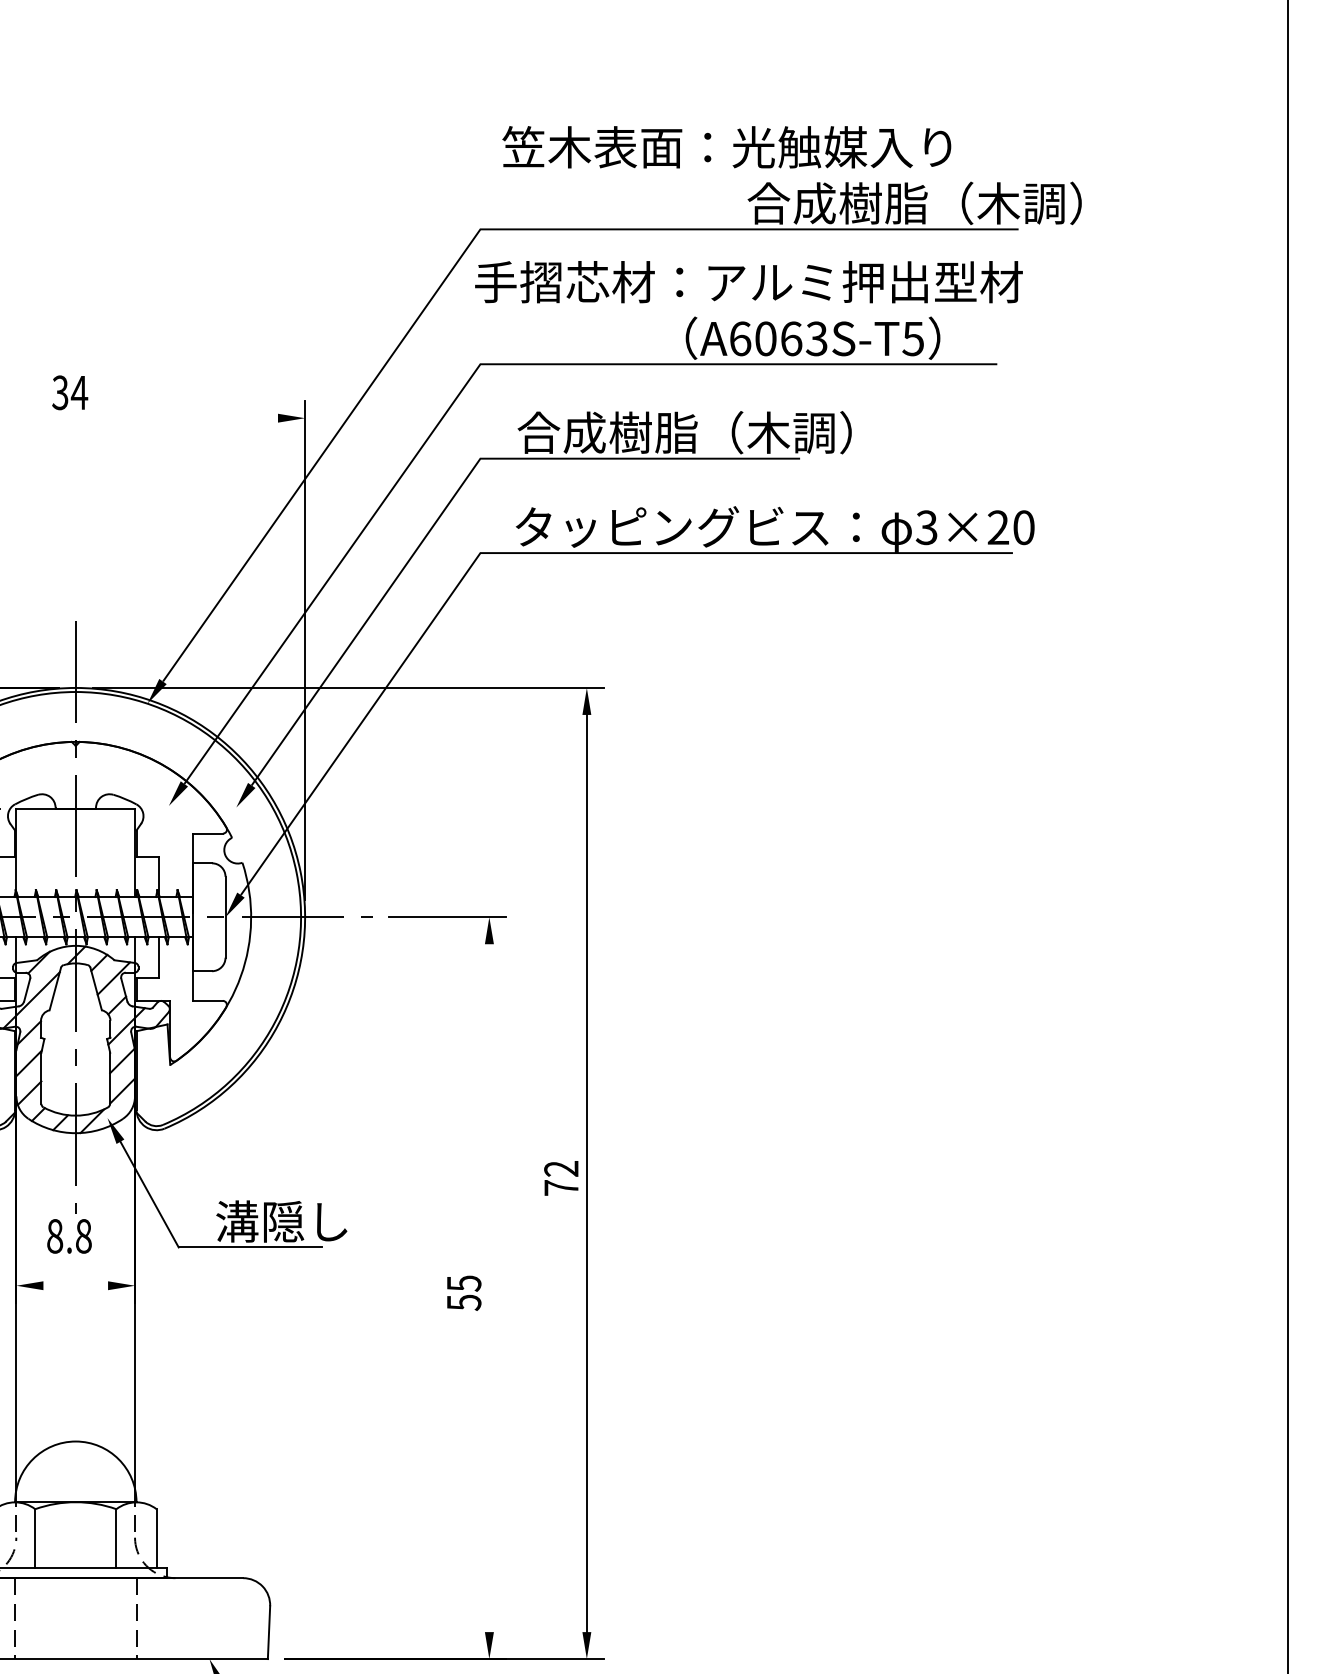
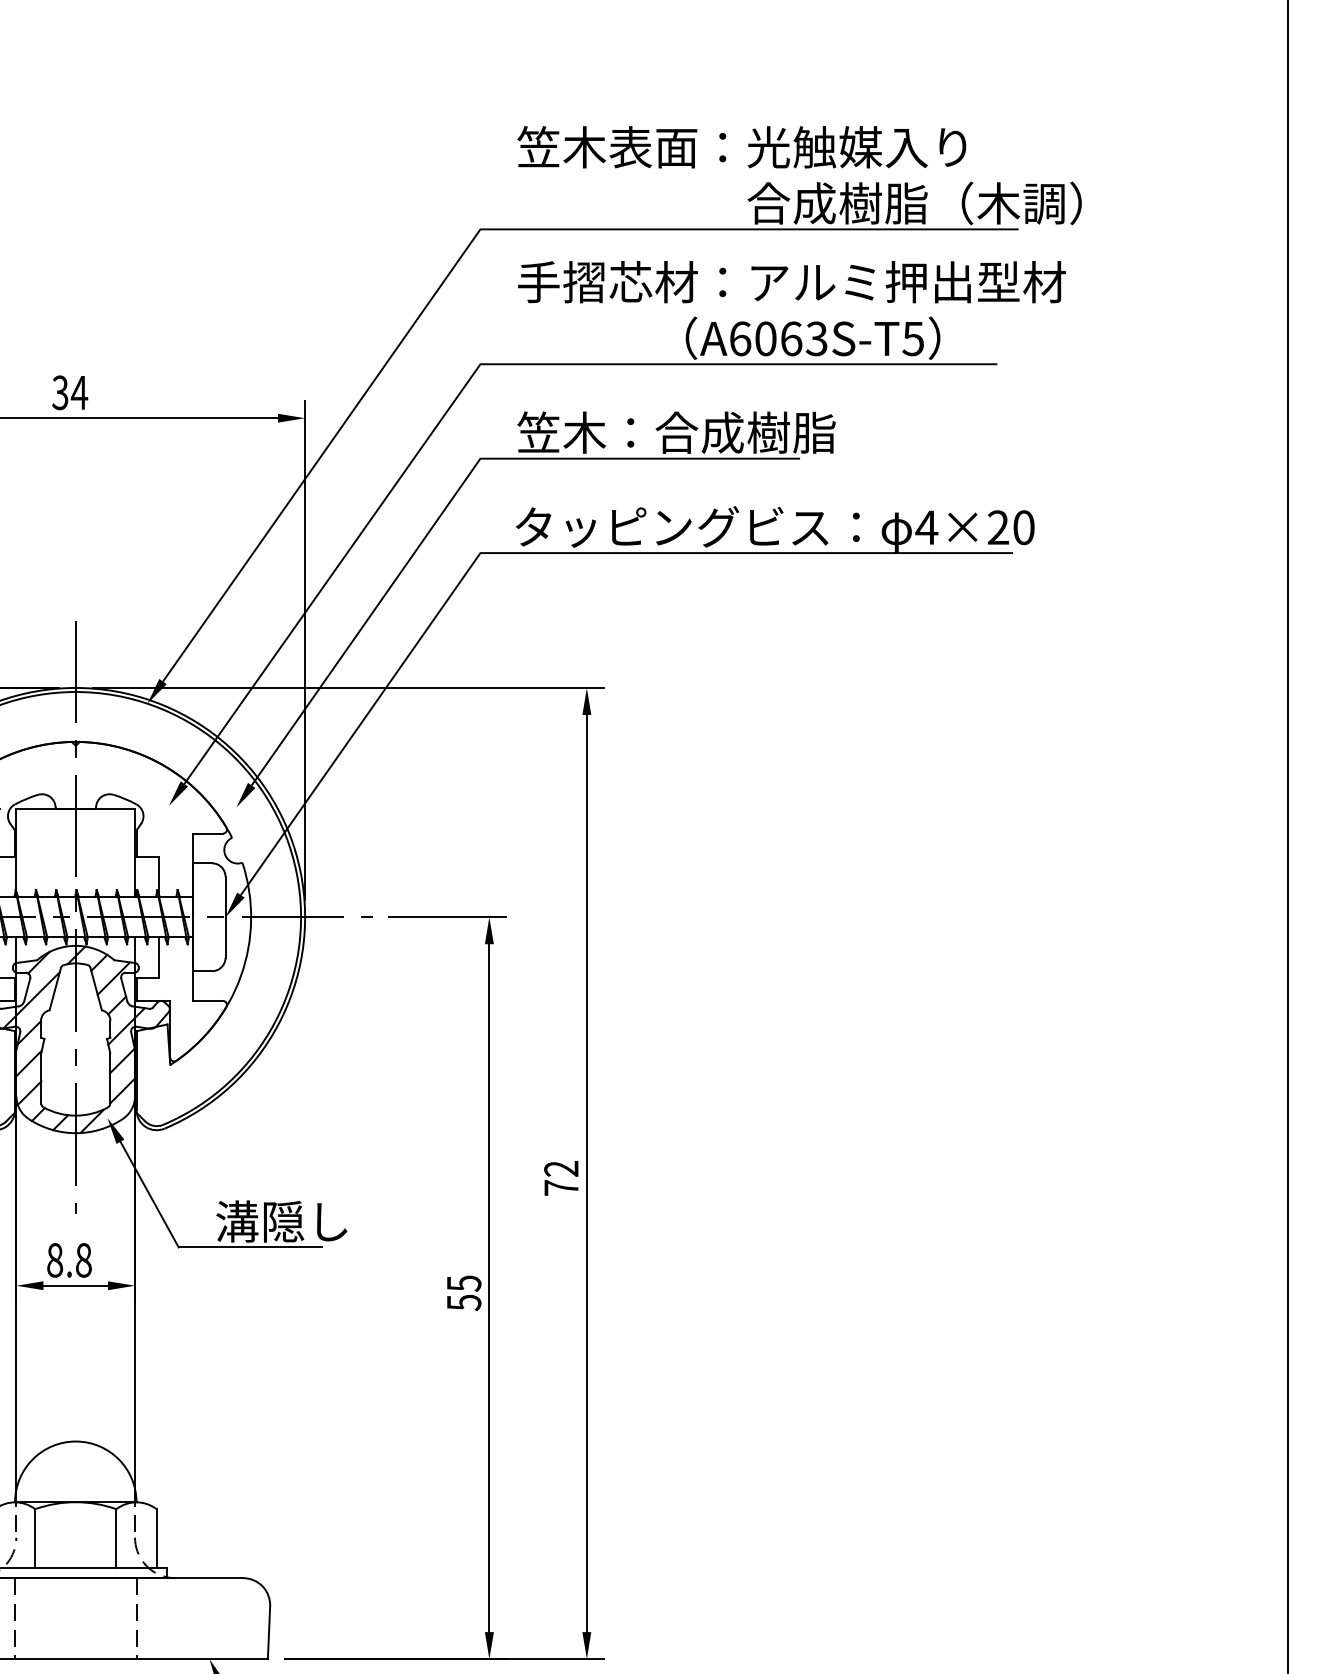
text at (726, 147) position: (726, 147) -> (741, 147)
text at (748, 282) position: (748, 282) -> (791, 282)
line at (139, 418): none -> present
text at (684, 432): 合成樹脂（木調） -> 笠木：合成樹脂
text at (926, 527): 3×20 -> 4×20
text at (69, 1236) position: (69, 1236) -> (69, 1260)
line at (75, 1285): none -> present
line at (489, 1288): none -> present
